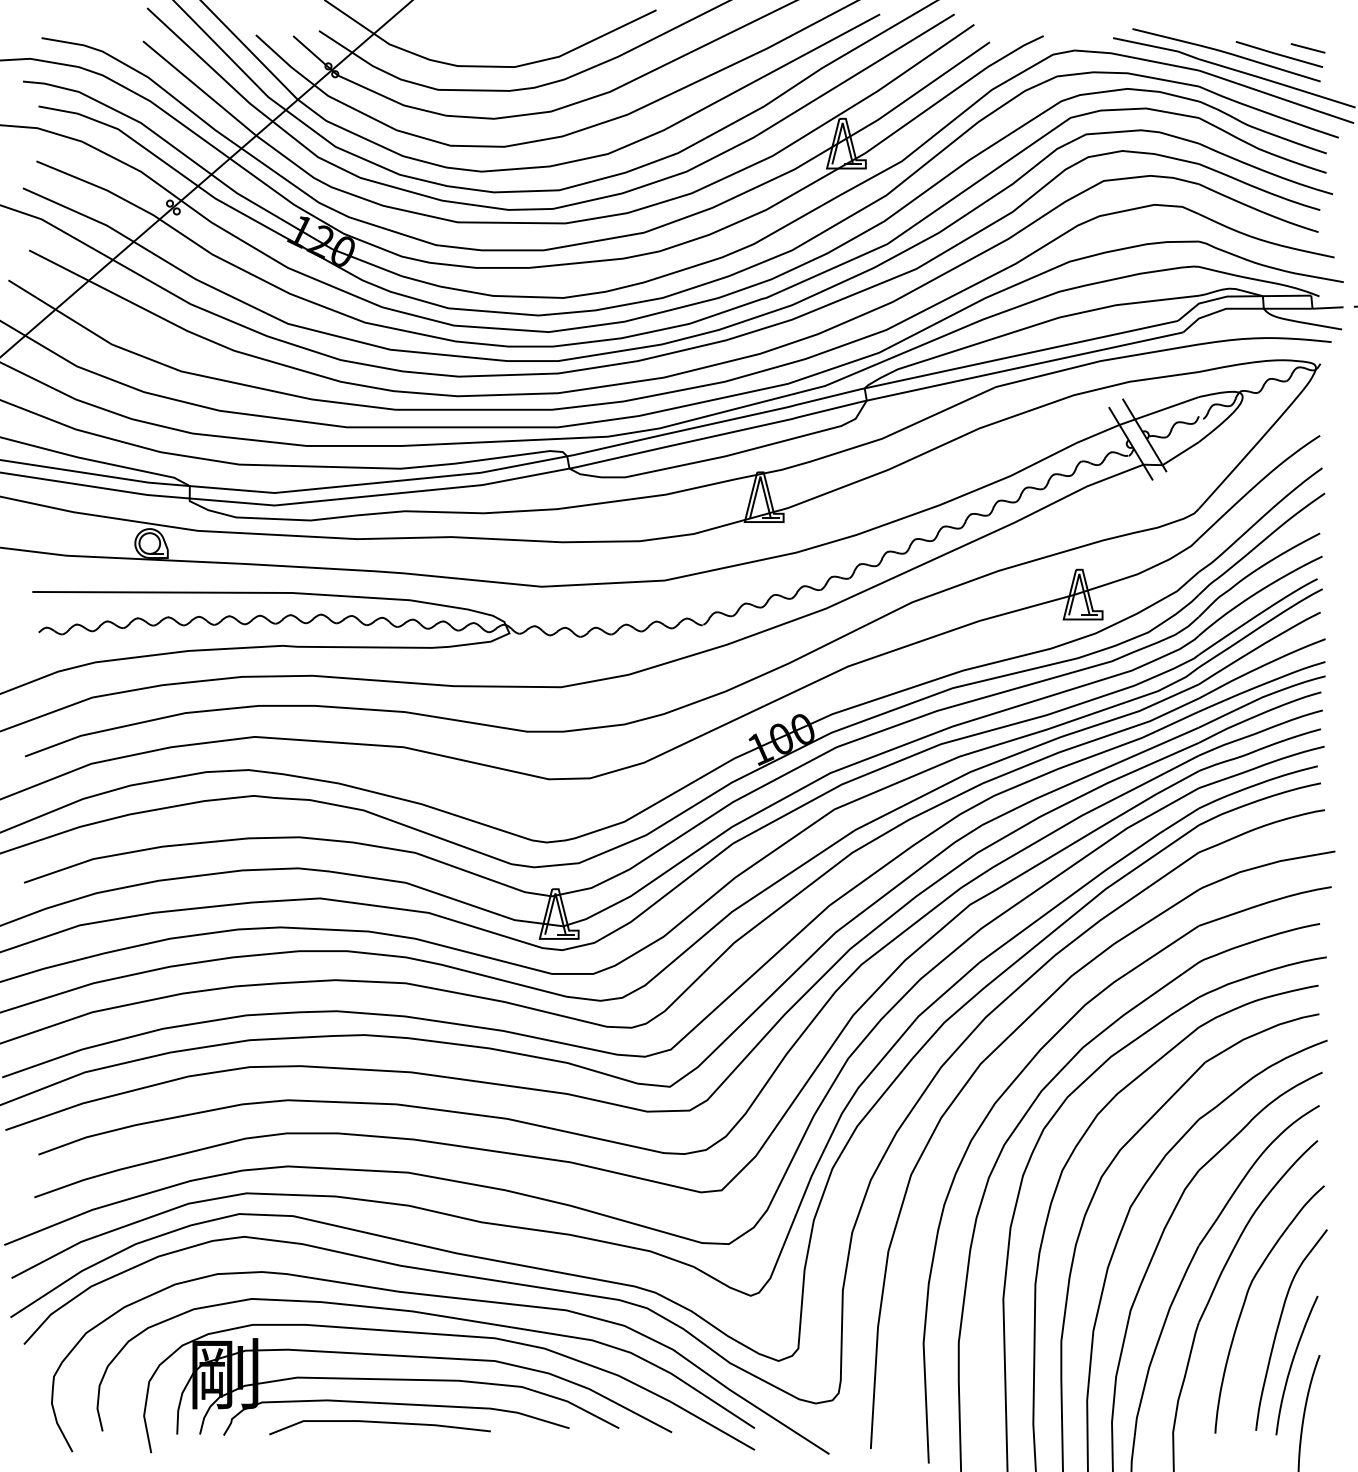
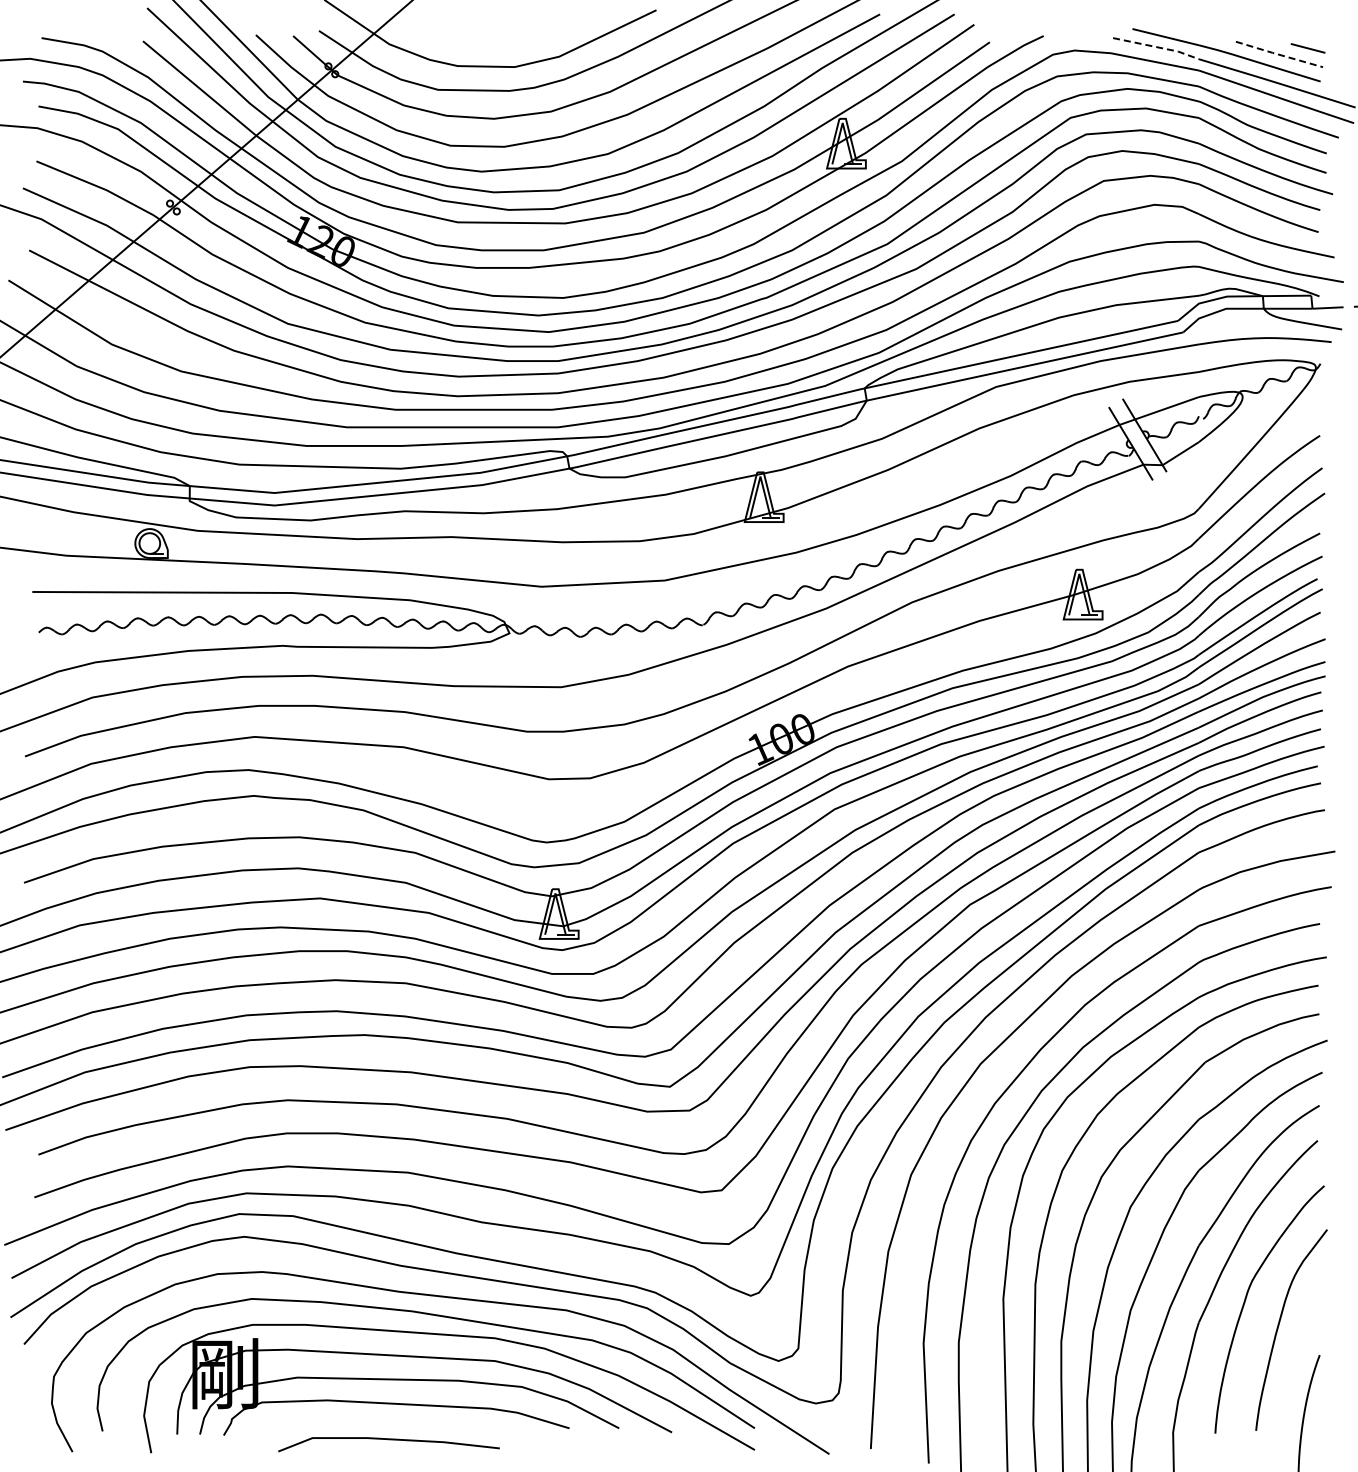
line at (1157, 47): solid -> dashed
line at (1279, 54): solid -> dashed
curve at (1292, 1365): present -> none
line at (379, 1423) position: (379, 1423) -> (388, 1440)
